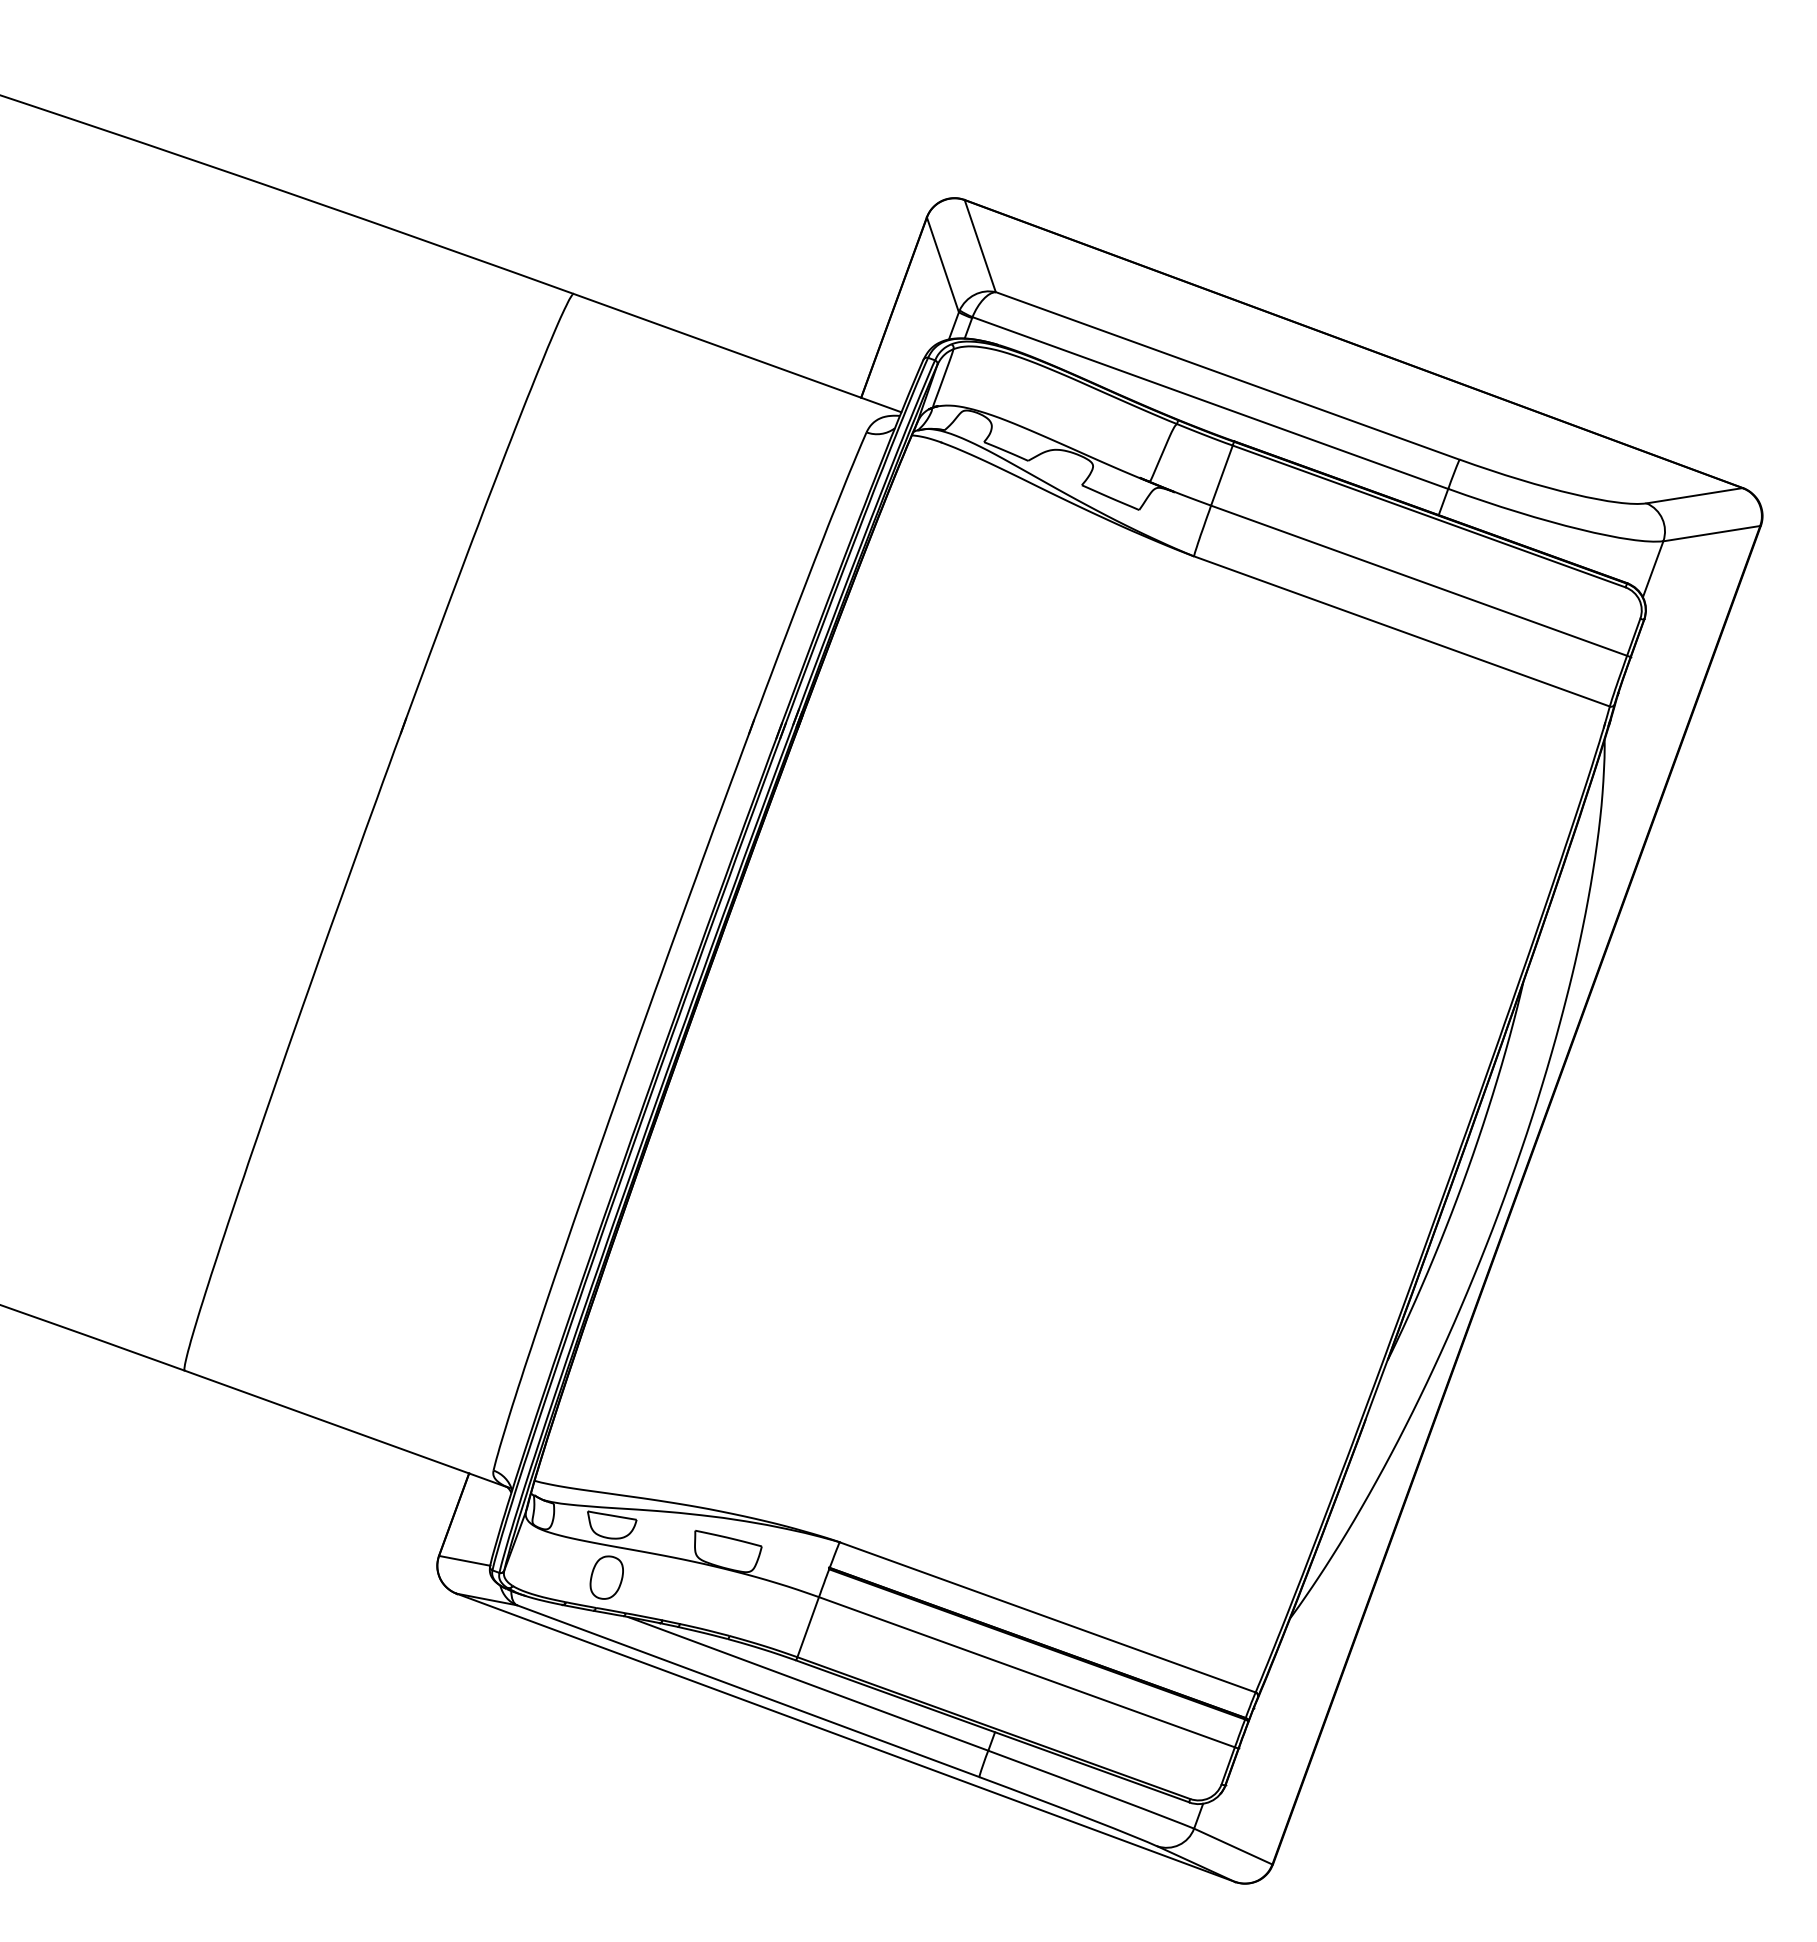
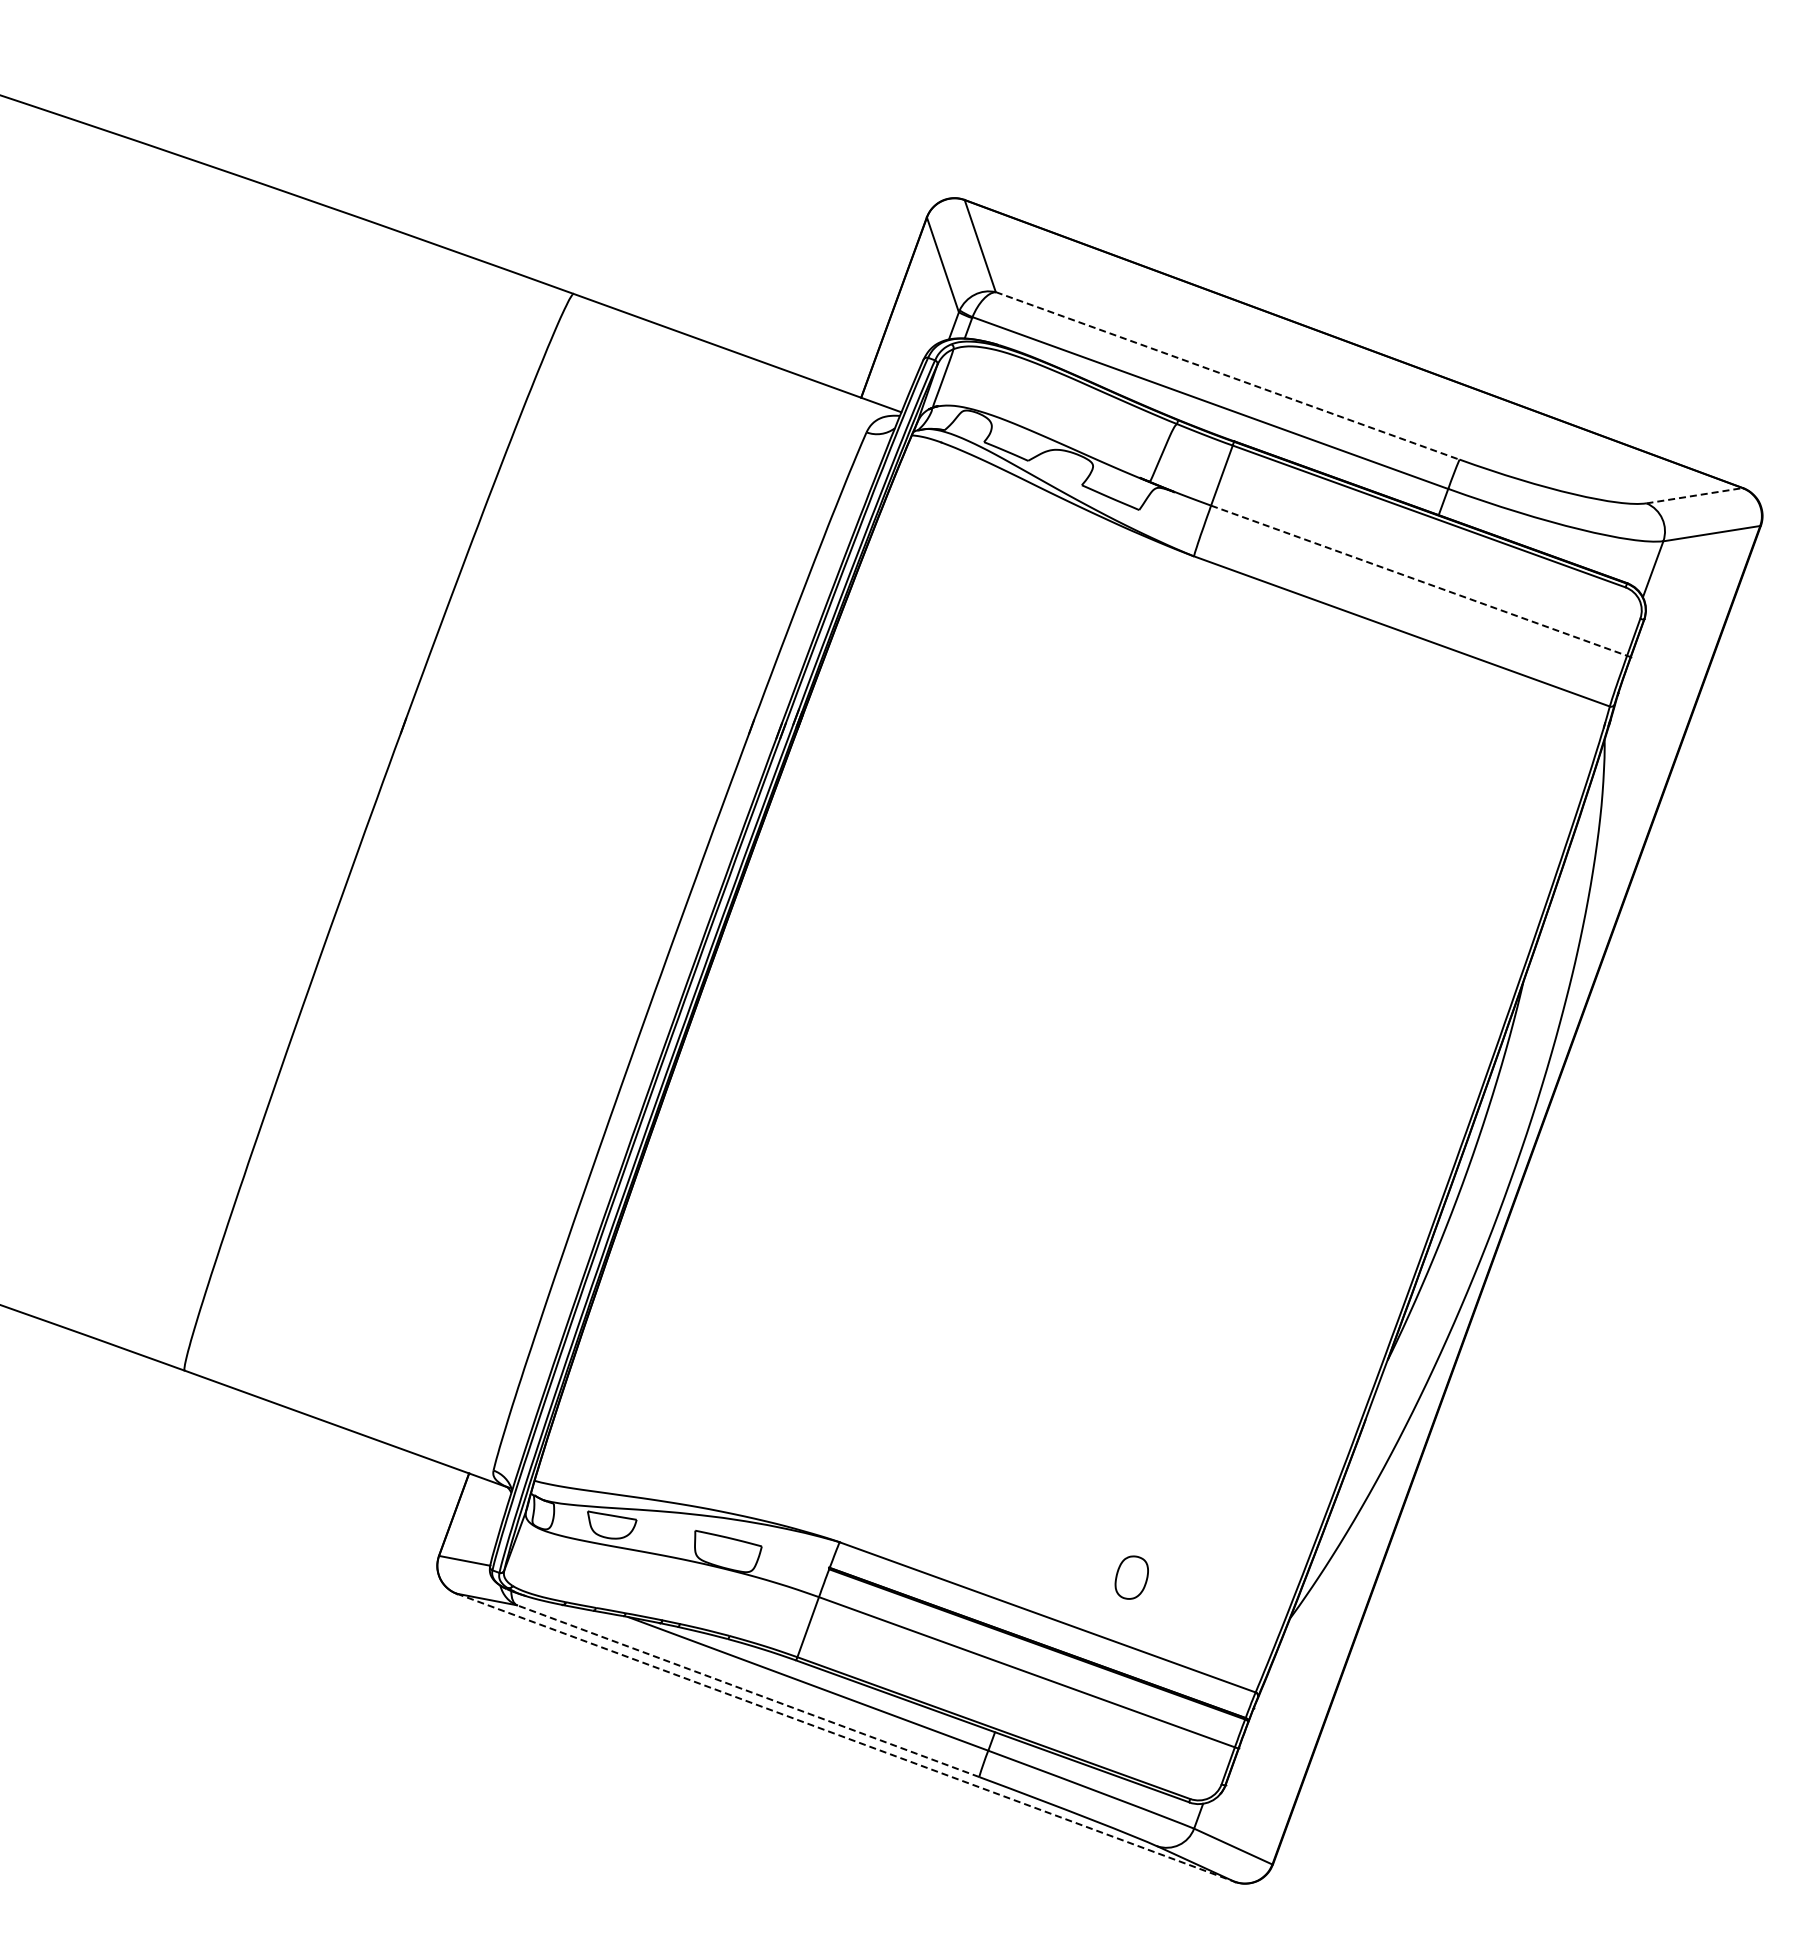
line at (1227, 375): solid -> dashed
line at (1694, 495): solid -> dashed
line at (1419, 580): solid -> dashed
part at (606, 1577) position: (606, 1577) -> (1131, 1577)
line at (747, 1691): solid -> dashed
line at (845, 1737): solid -> dashed
